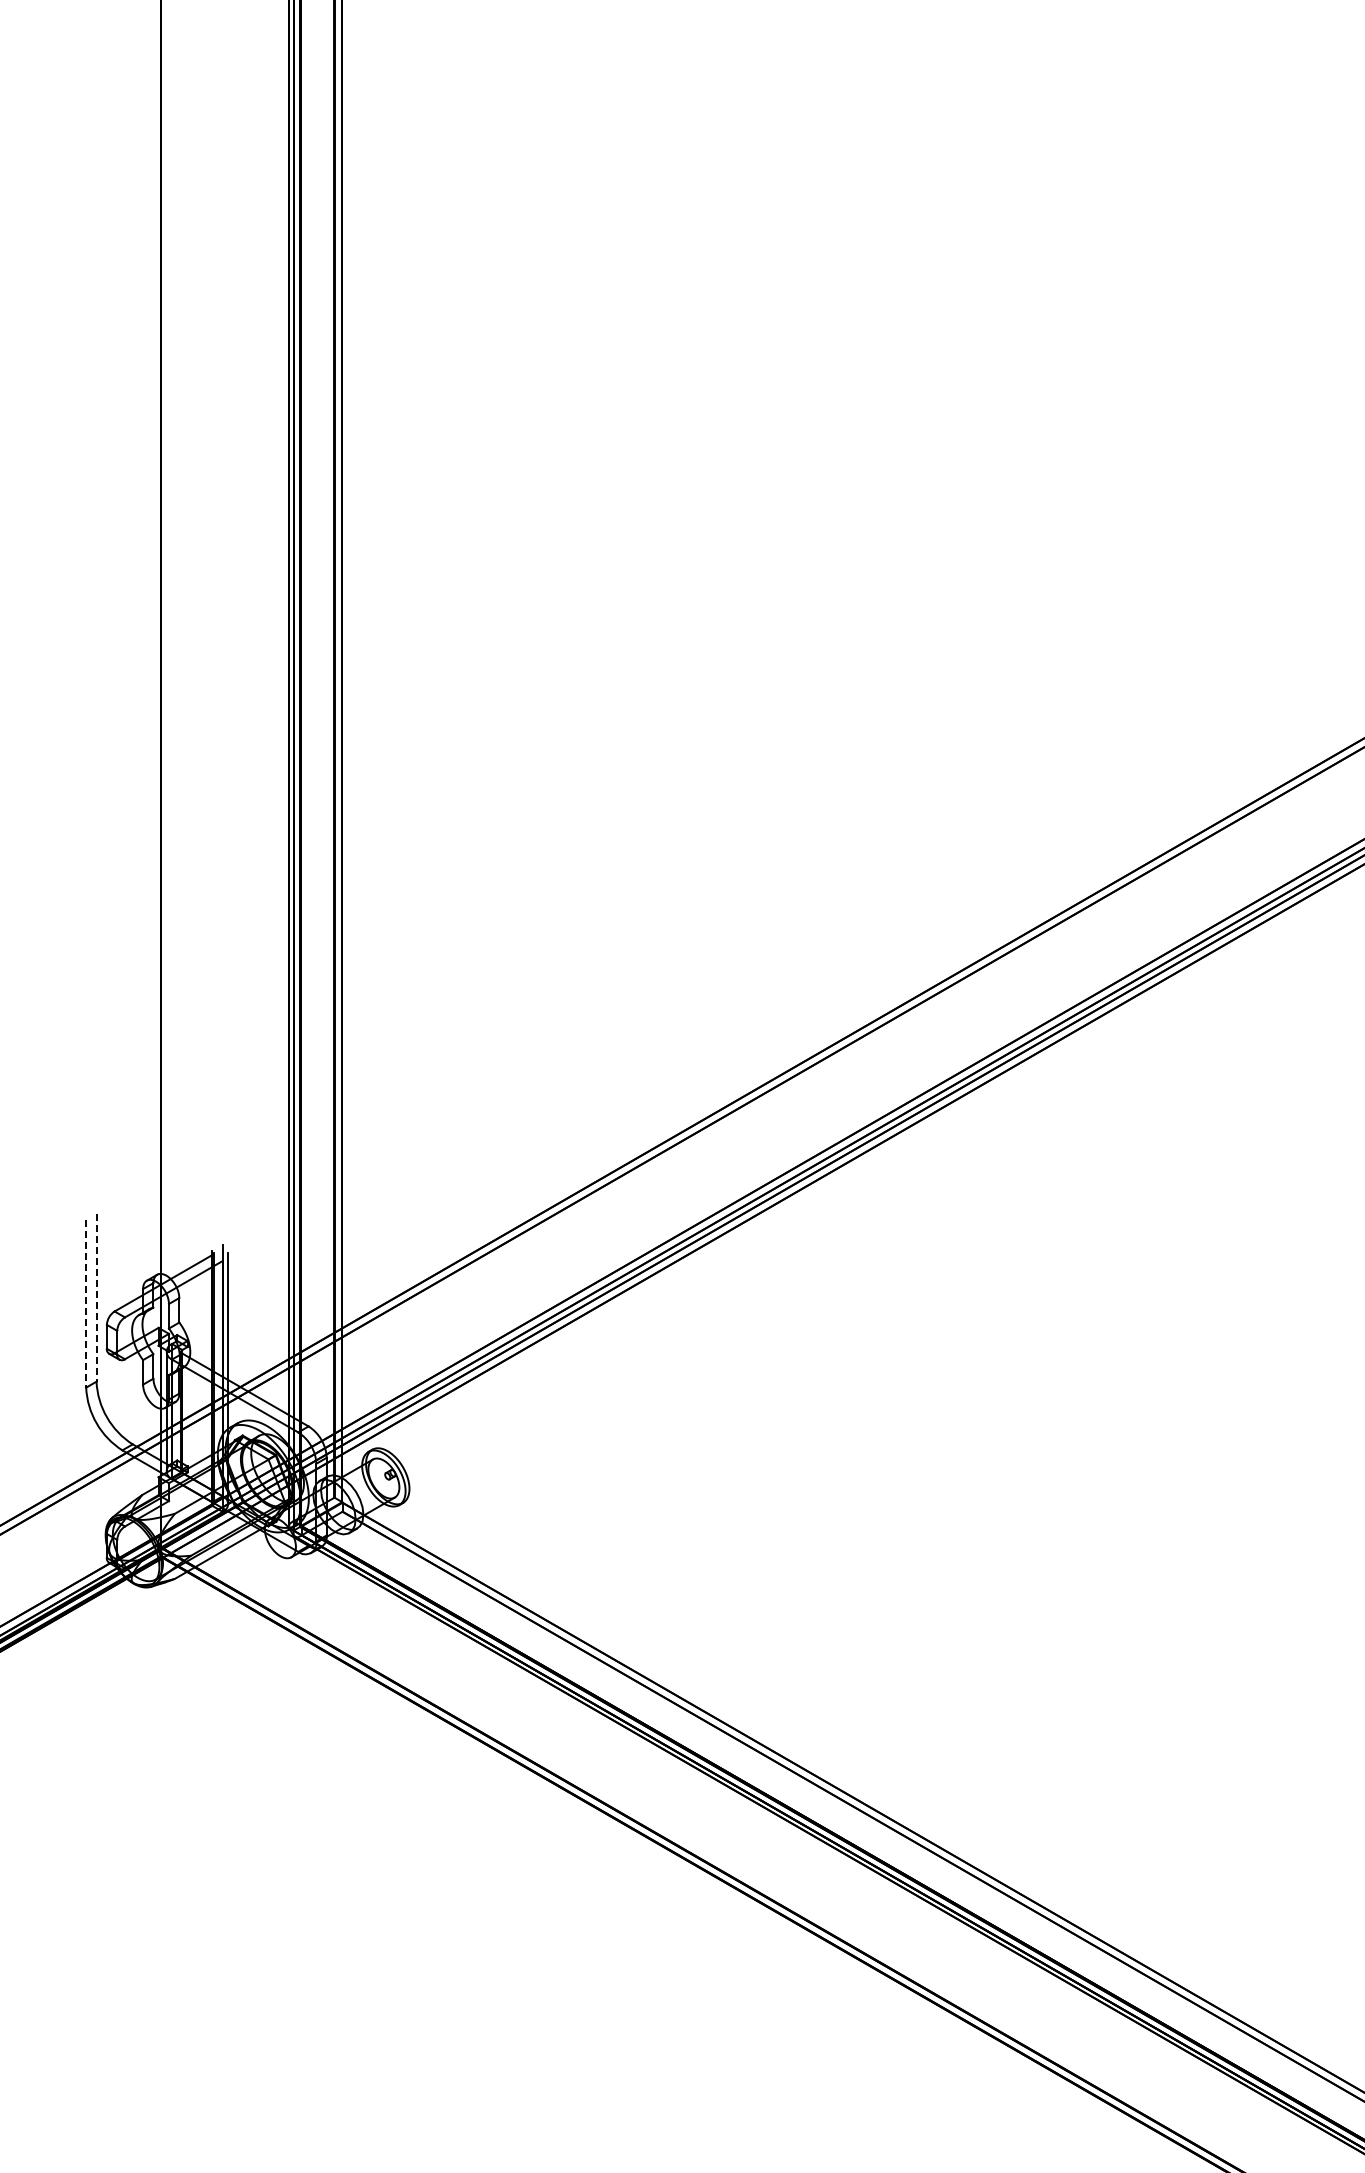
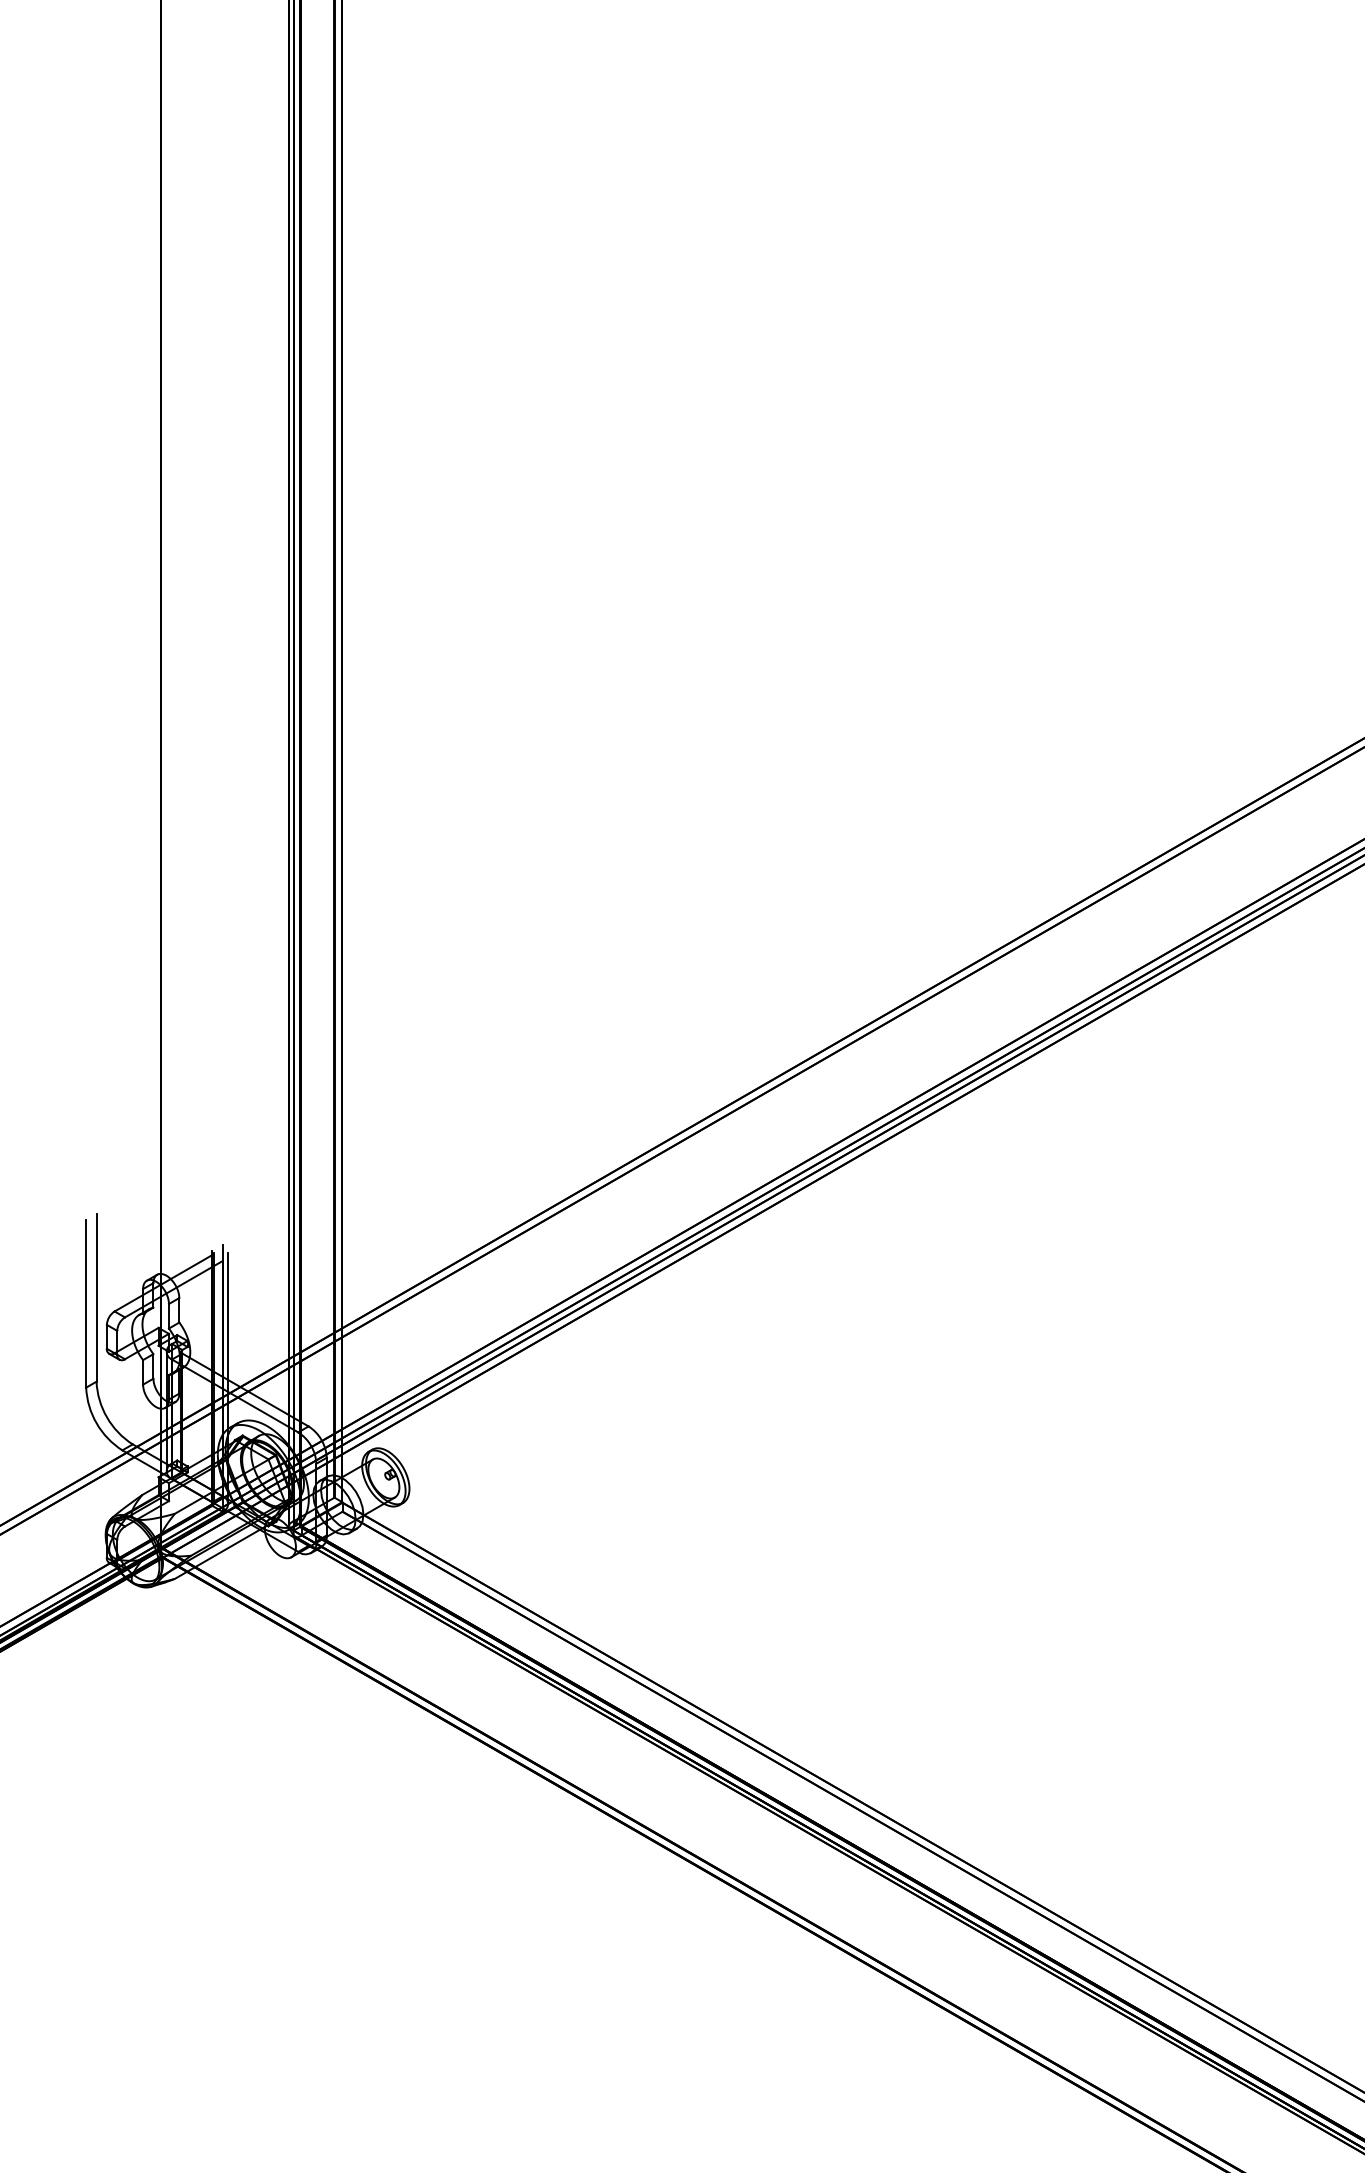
line at (96, 1298): dashed -> solid
line at (86, 1304): dashed -> solid
